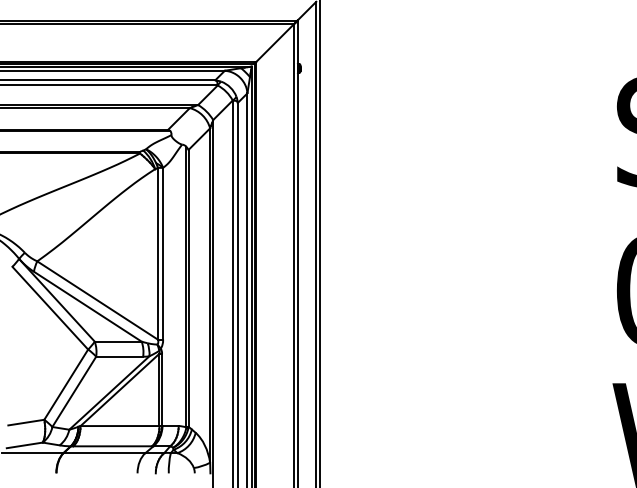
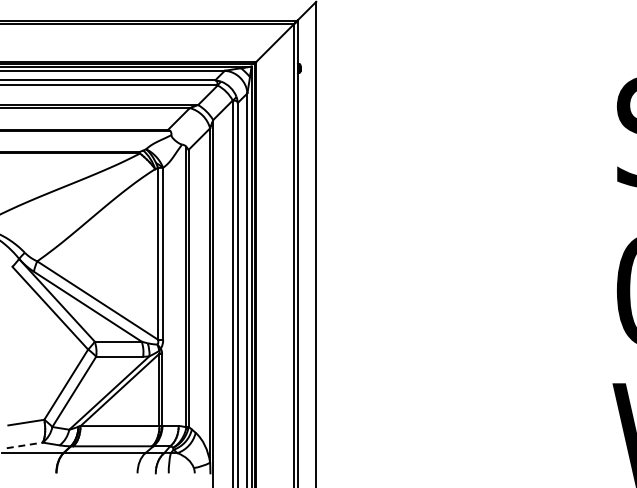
line at (319, 243): present -> none
line at (25, 445): solid -> dashed
